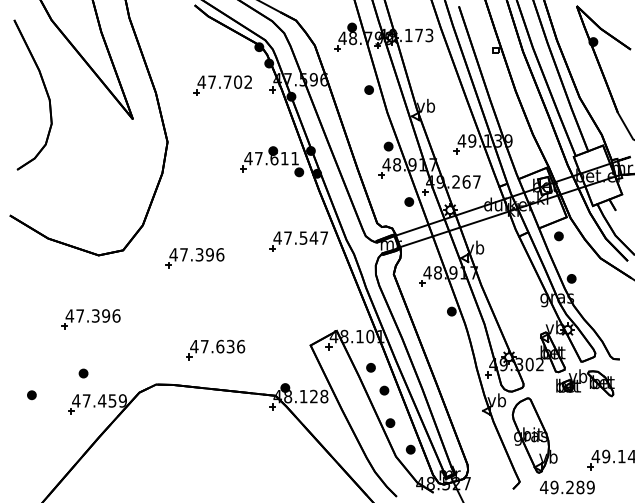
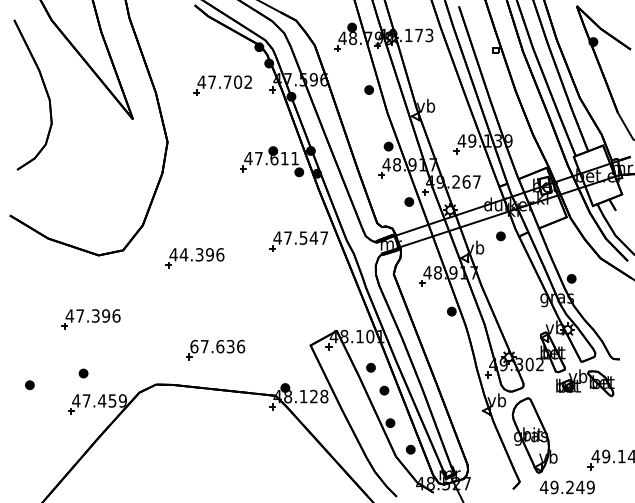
part at (558, 236) position: (558, 236) -> (500, 236)
text at (183, 254): 47.396 -> 44.396
text at (194, 346): 47.636 -> 67.636
part at (31, 395) position: (31, 395) -> (29, 385)
text at (580, 487): 49.289 -> 49.249
